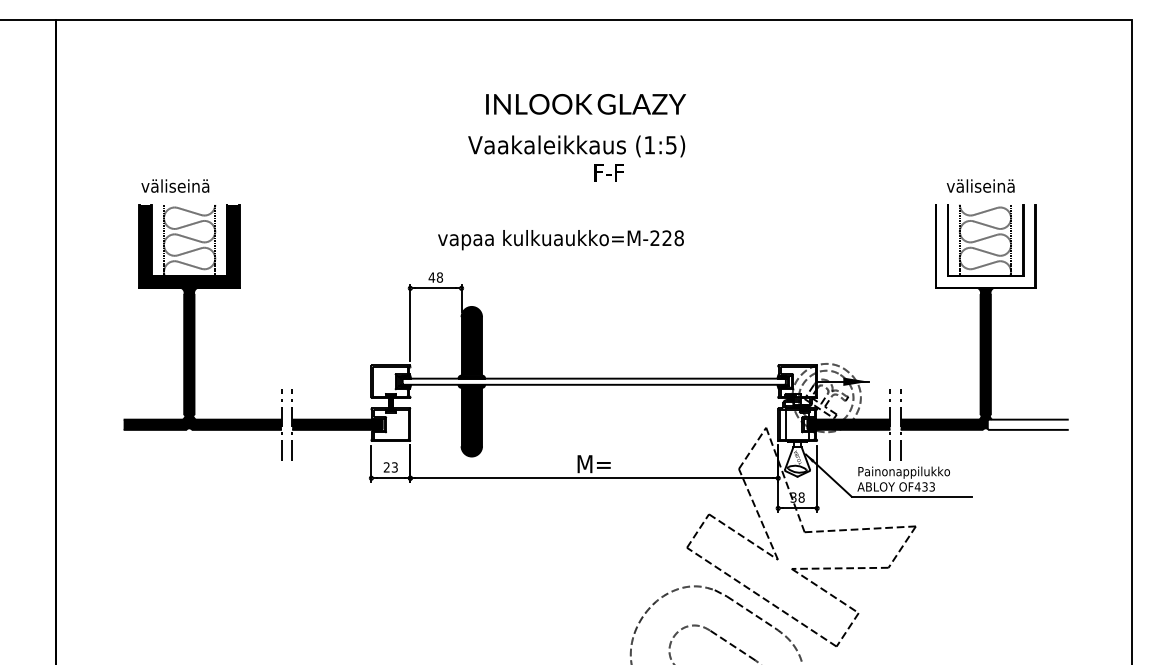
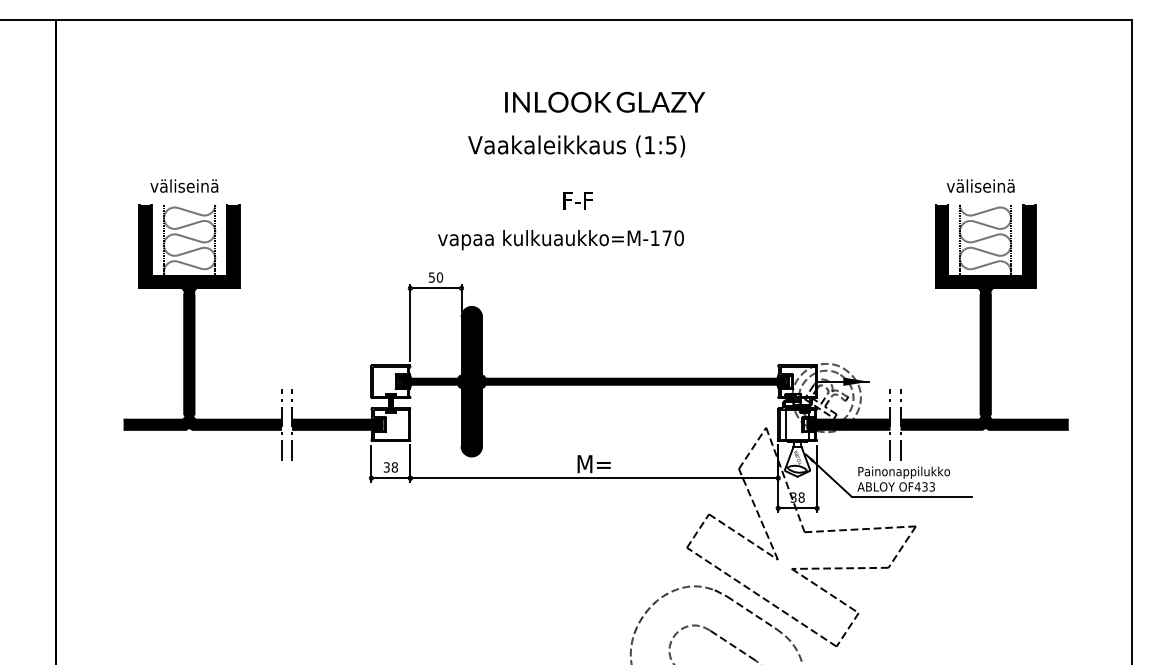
text at (585, 104) position: (585, 104) -> (604, 102)
text at (608, 172) position: (608, 172) -> (577, 200)
text at (175, 185) position: (175, 185) -> (184, 185)
text at (666, 237): kulkuaukko=M-228 -> kulkuaukko=M-170
fill at (985, 245): none -> present
text at (435, 277): 48 -> 50
fill at (593, 381): none -> present
fill at (1027, 424): none -> present
text at (390, 467): 23 -> 38
